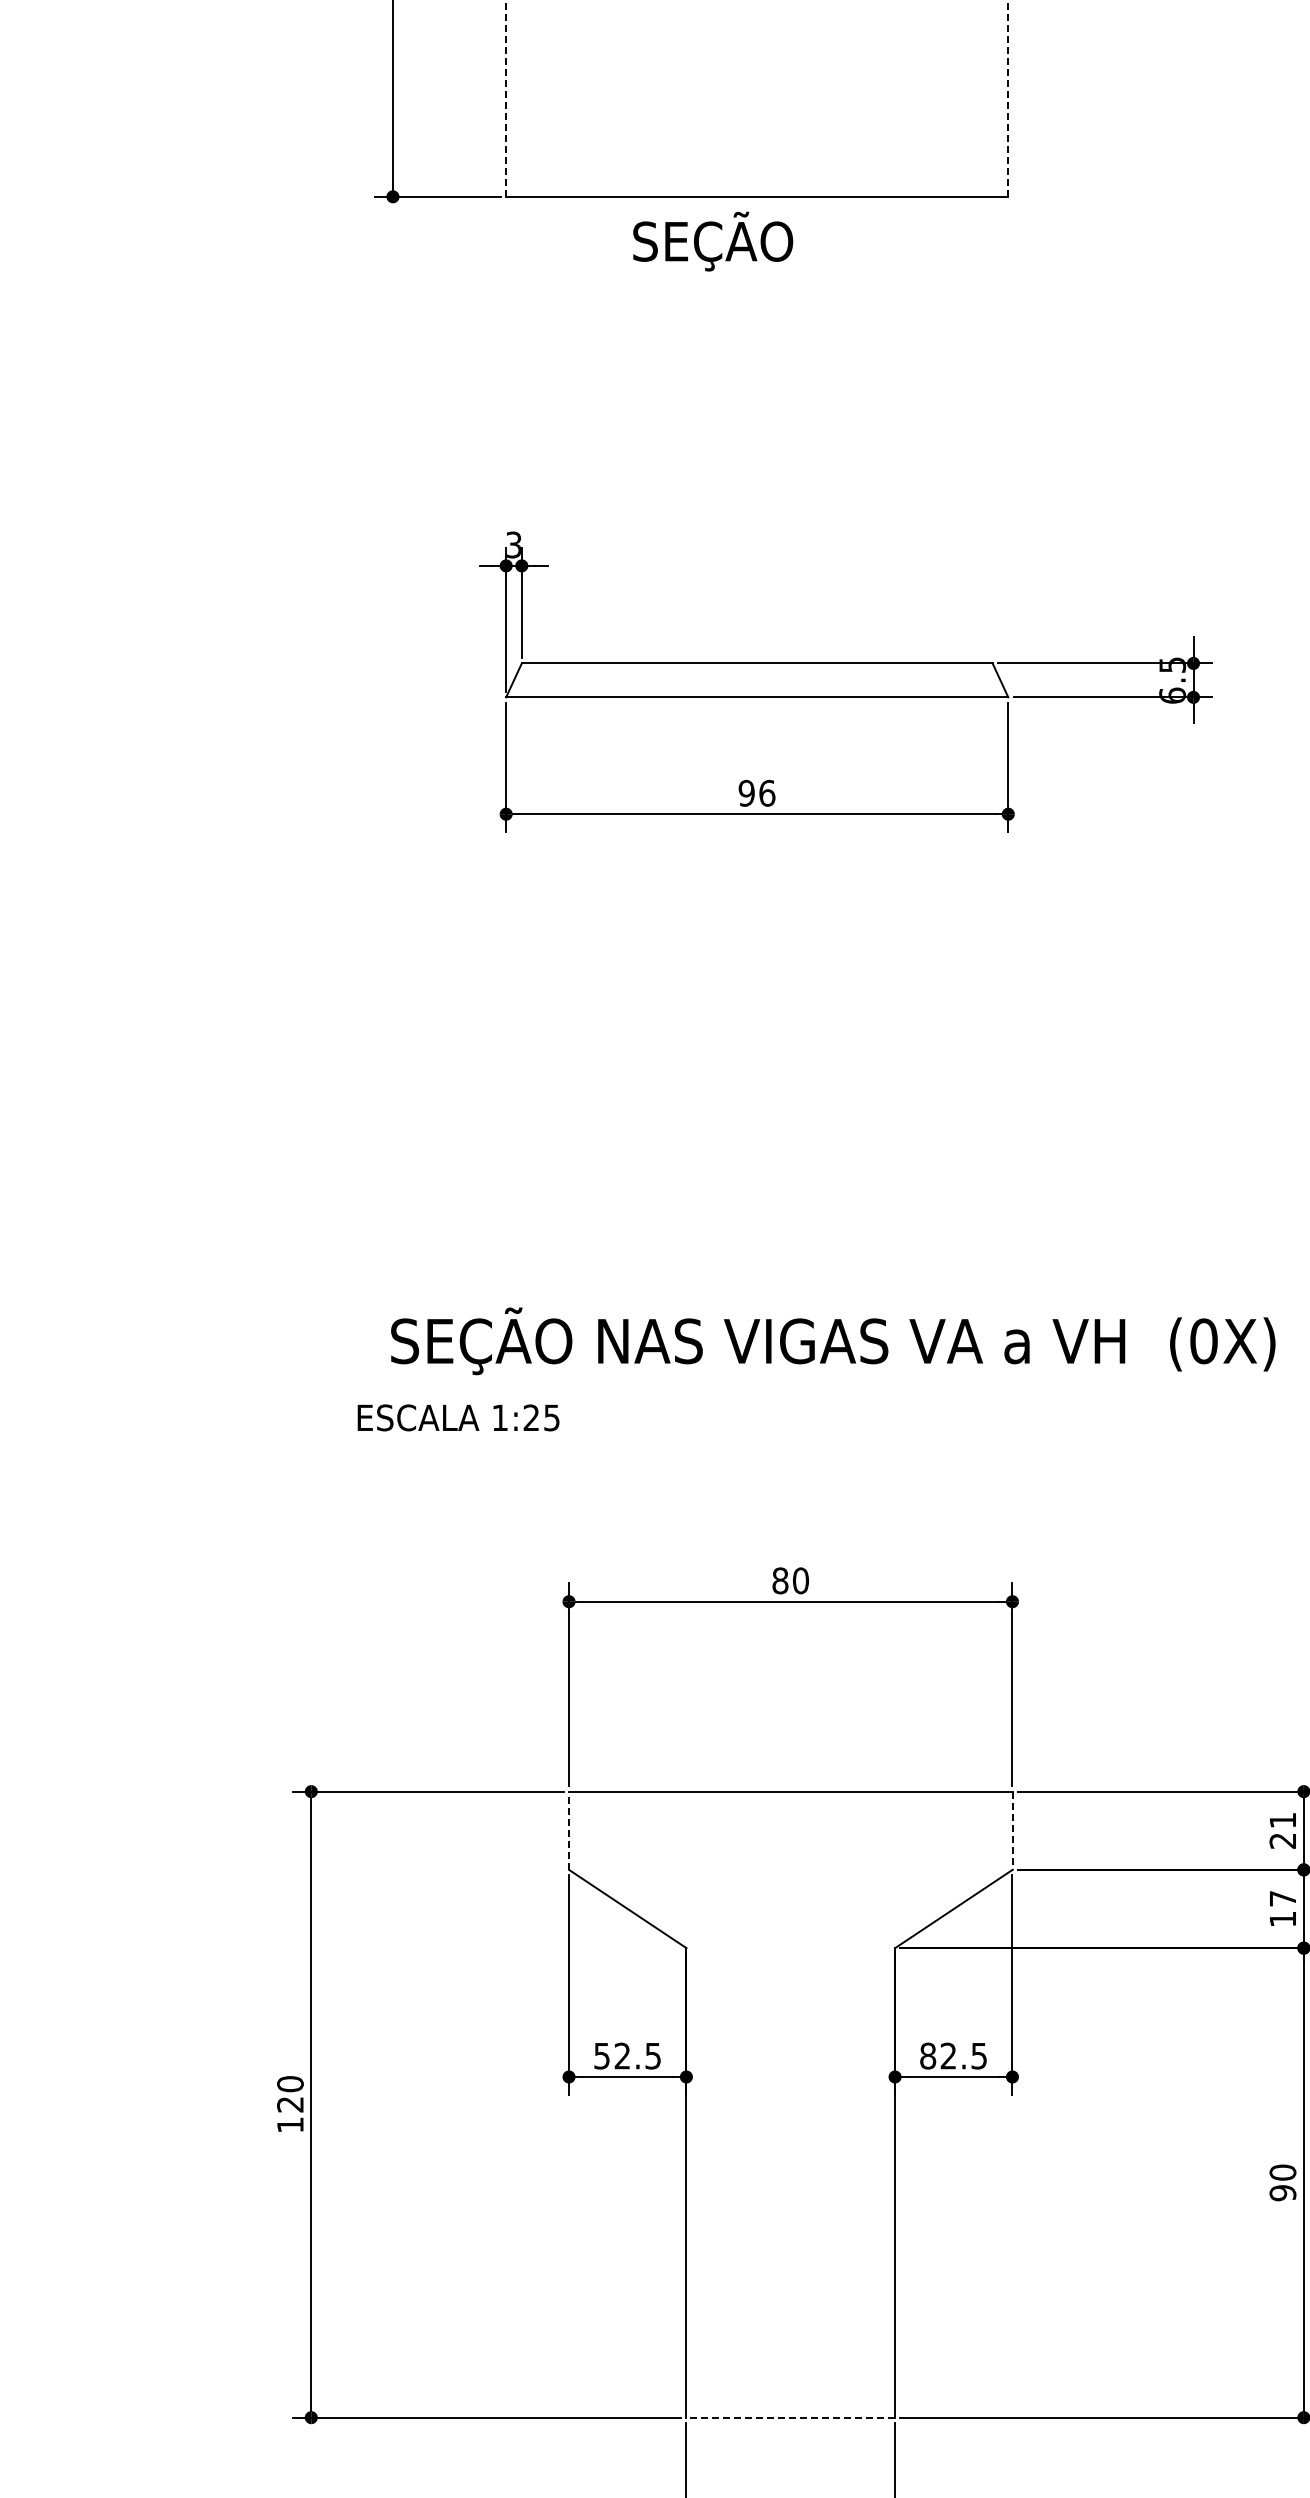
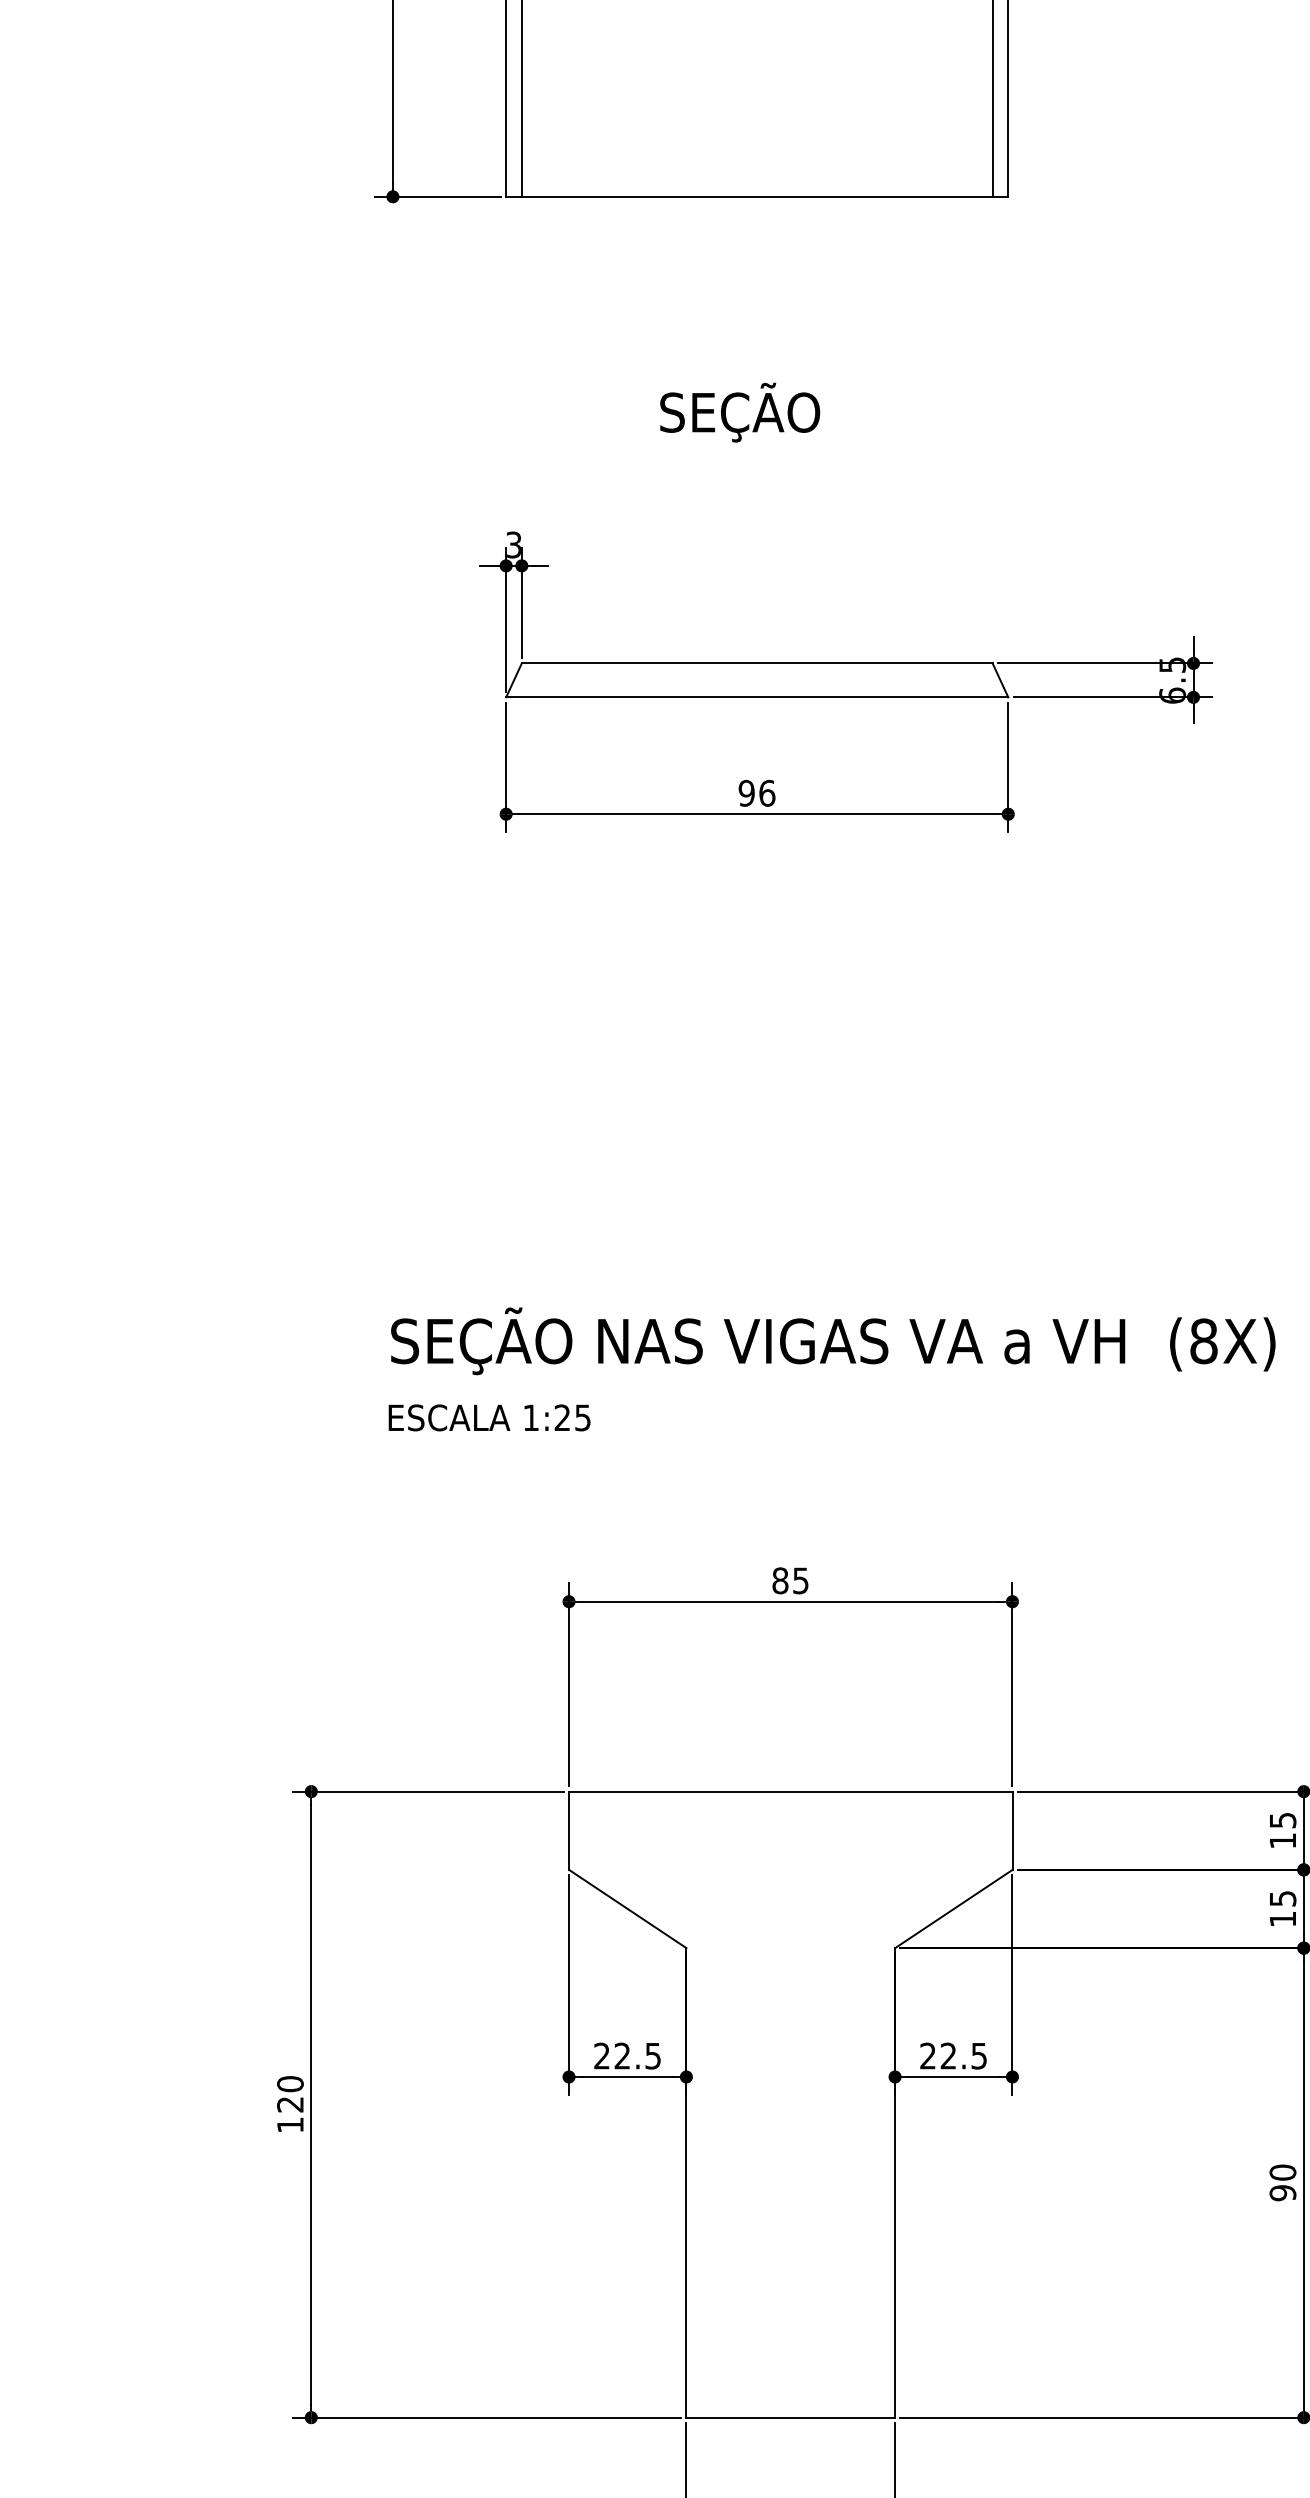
line at (506, 98): dashed -> solid
line at (1008, 98): dashed -> solid
line at (521, 99): none -> present
line at (992, 99): none -> present
text at (713, 241) position: (713, 241) -> (740, 412)
text at (1203, 1341): (0X) -> (8X)
text at (458, 1417) position: (458, 1417) -> (489, 1417)
text at (800, 1580): 80 -> 85
line at (569, 1830): dashed -> solid
text at (1282, 1830): 21 -> 15
line at (1012, 1831): dashed -> solid
text at (1283, 1898): 17 -> 15
text at (601, 2055): 52.5 -> 22.5
text at (928, 2055): 82.5 -> 22.5
line at (790, 2417): dashed -> solid
